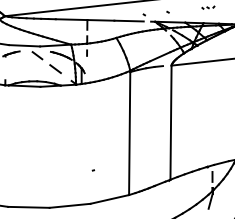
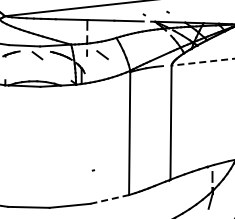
part at (208, 7): present -> none
line at (202, 62): solid -> dashed
line at (55, 68) position: (55, 68) -> (102, 54)
line at (109, 199): solid -> dashed
